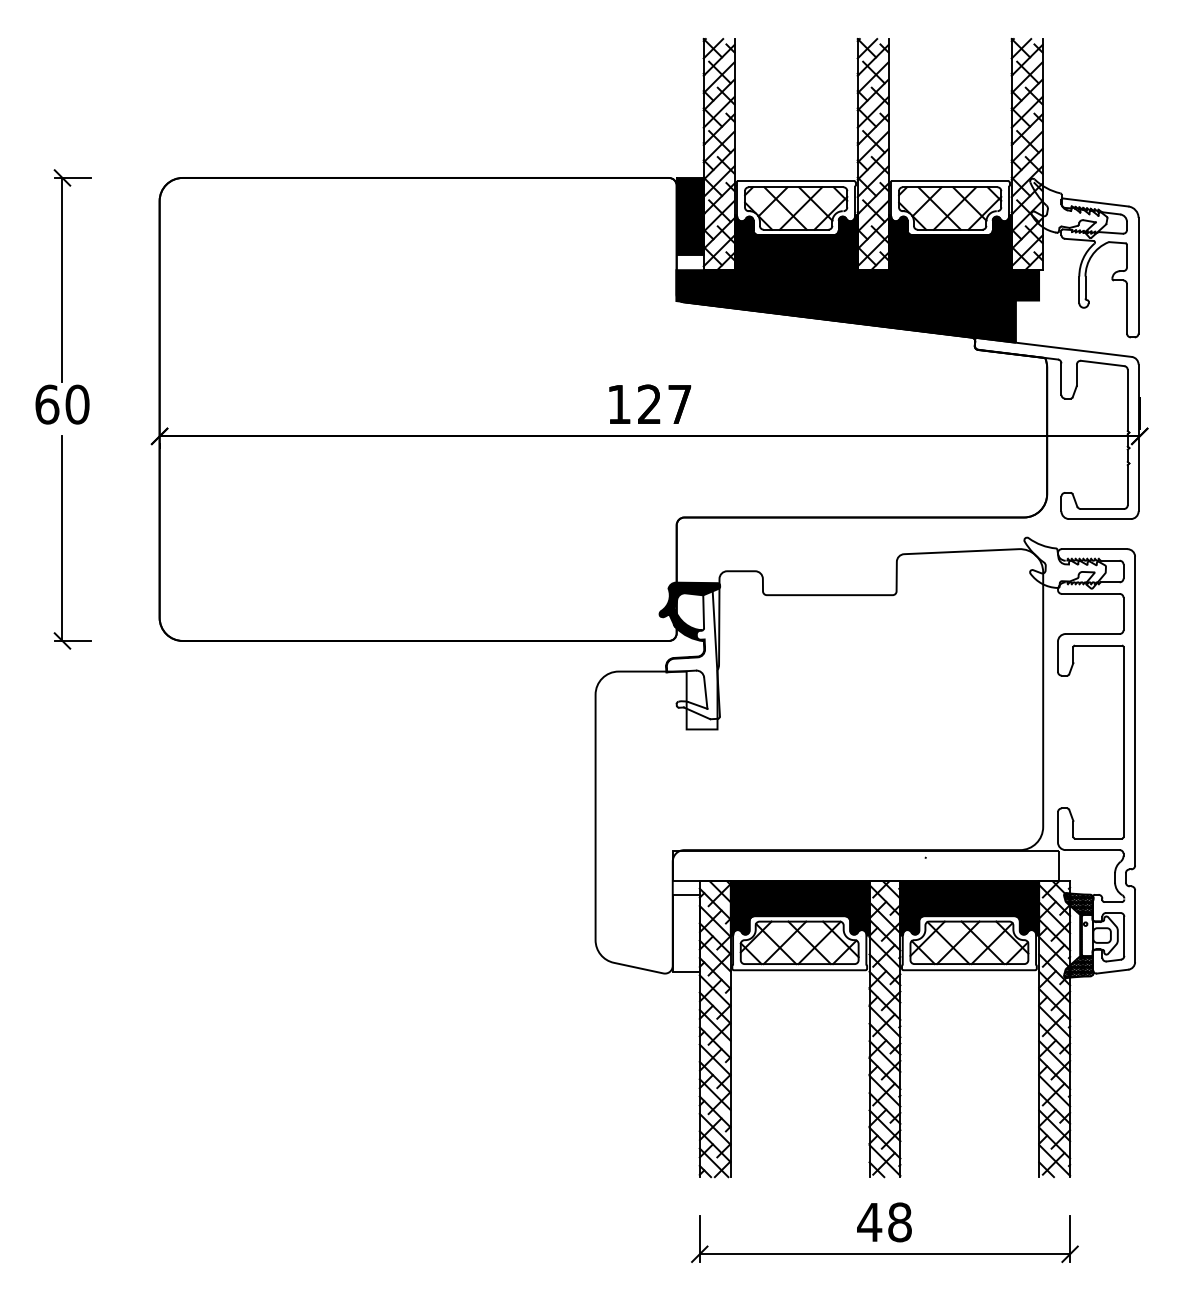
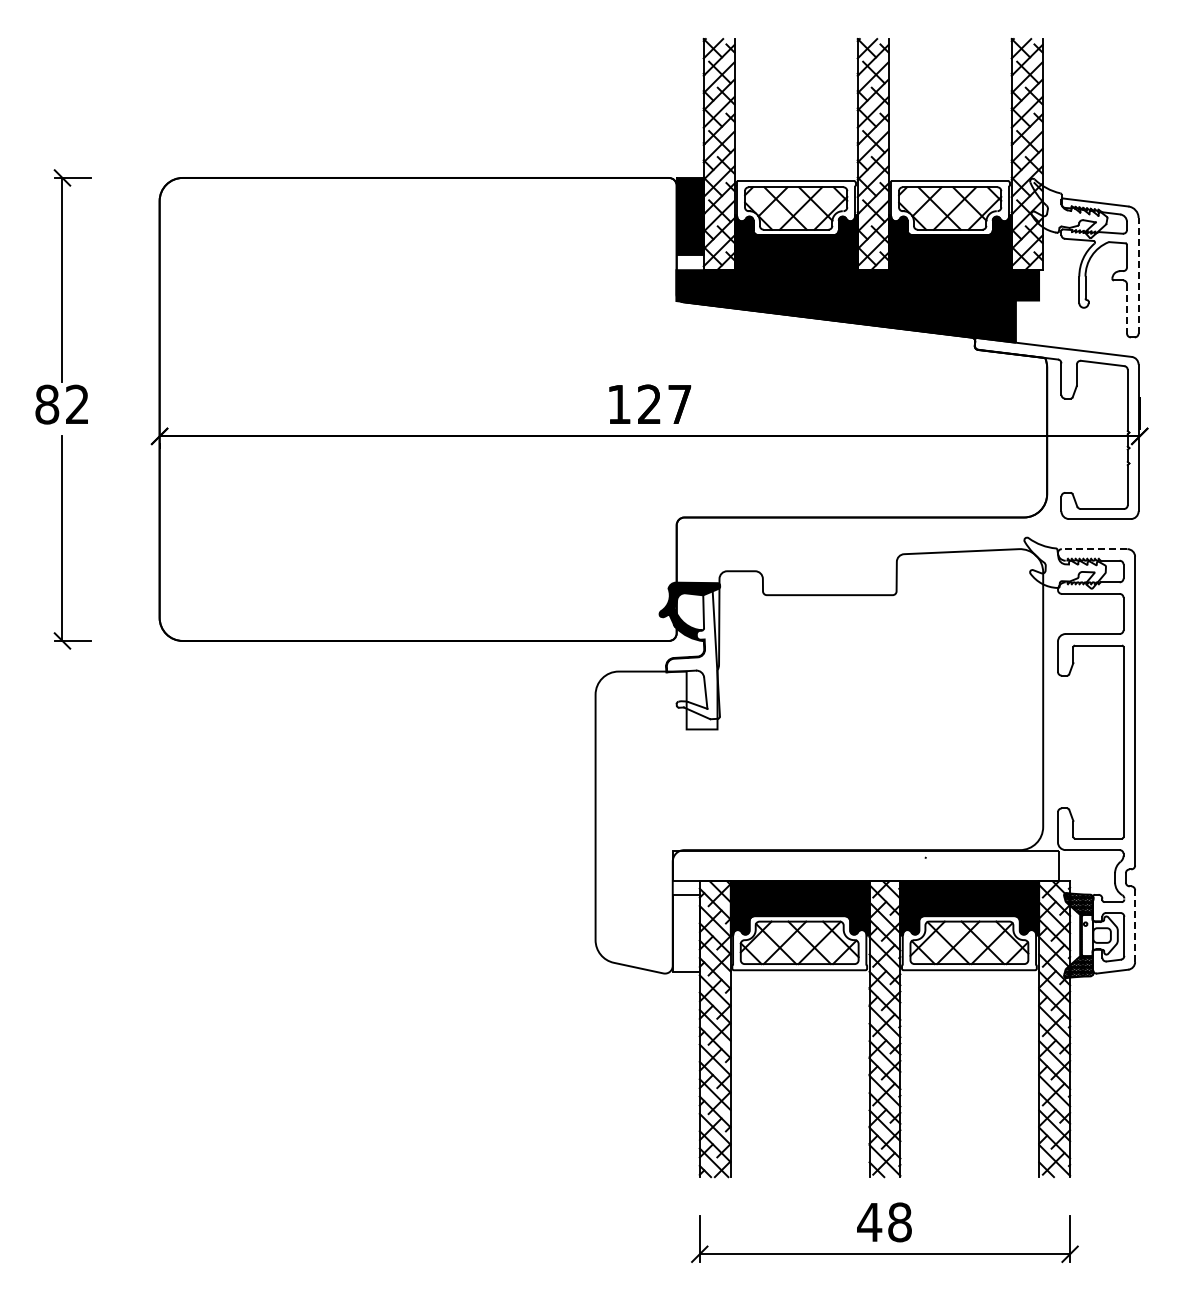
line at (1138, 275): solid -> dashed
line at (1127, 308): solid -> dashed
text at (62, 404): 60 -> 82
line at (1094, 549): solid -> dashed
line at (1135, 926): solid -> dashed
